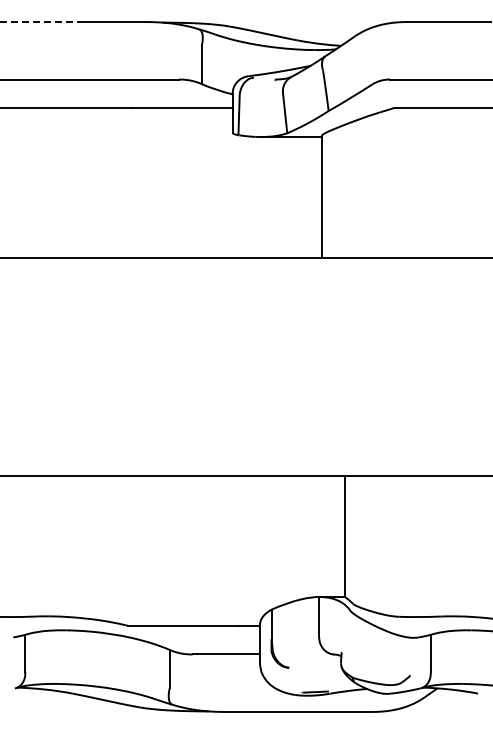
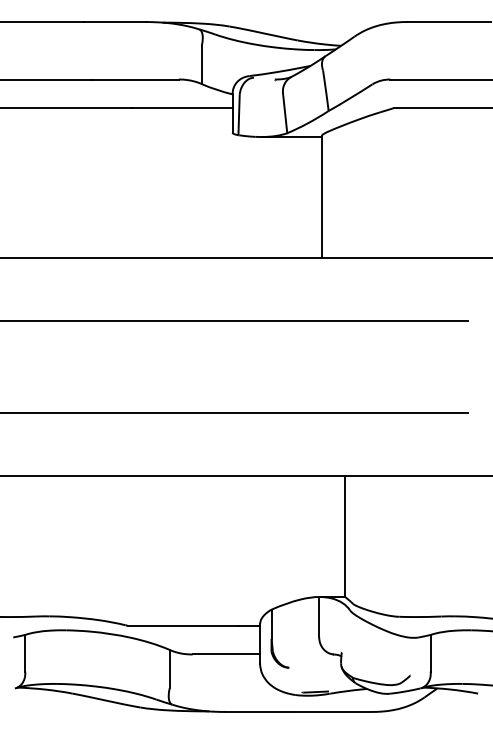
line at (42, 22): dashed -> solid
line at (235, 321): none -> present
line at (235, 412): none -> present
